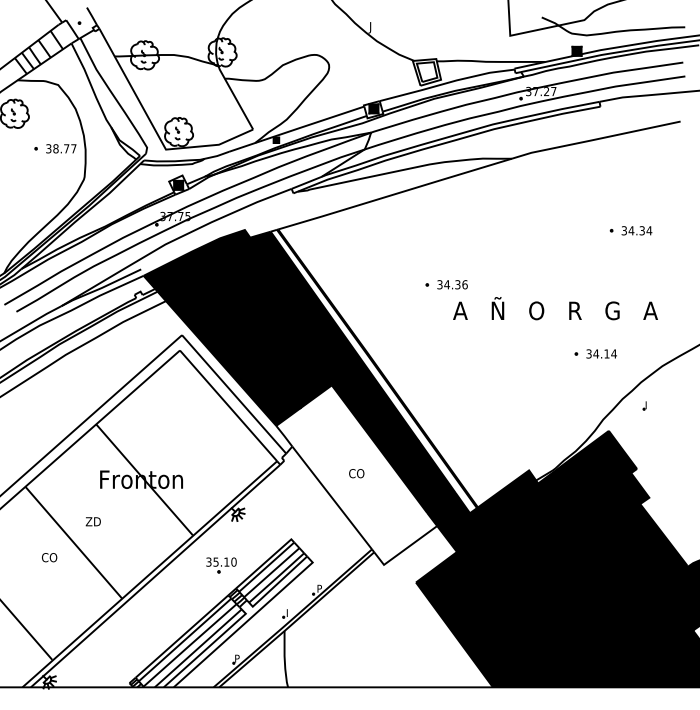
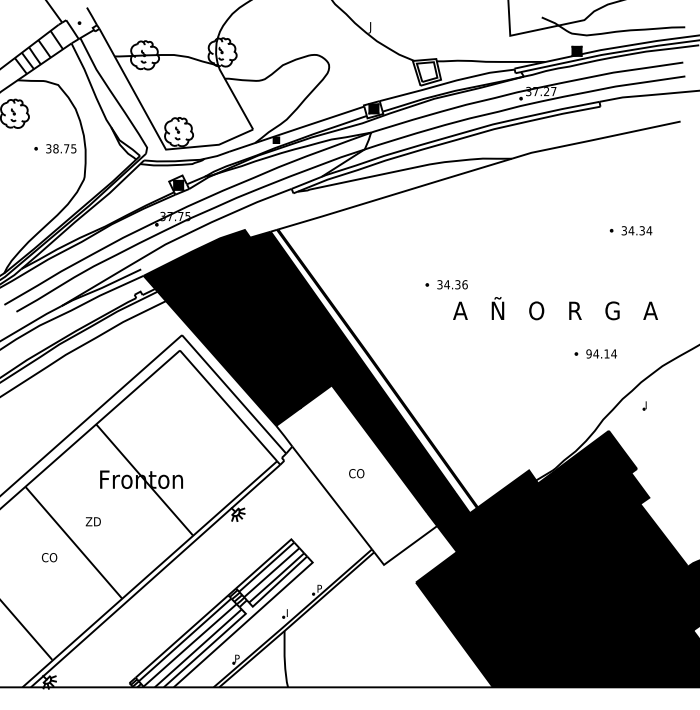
text at (73, 148): 38.77 -> 38.75
text at (588, 353): 34.14 -> 94.14
part at (221, 565): present -> none
